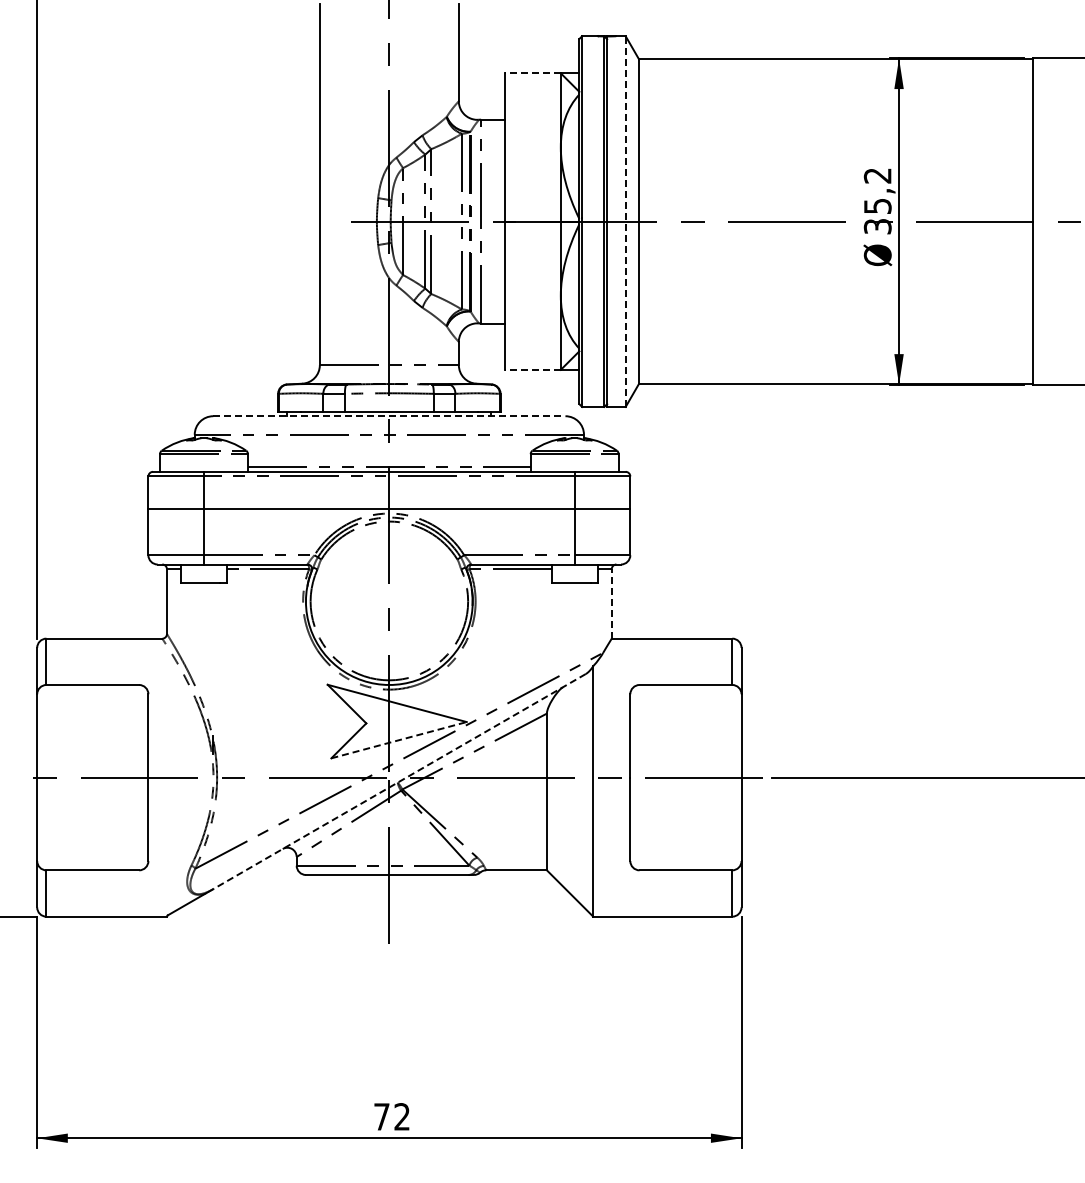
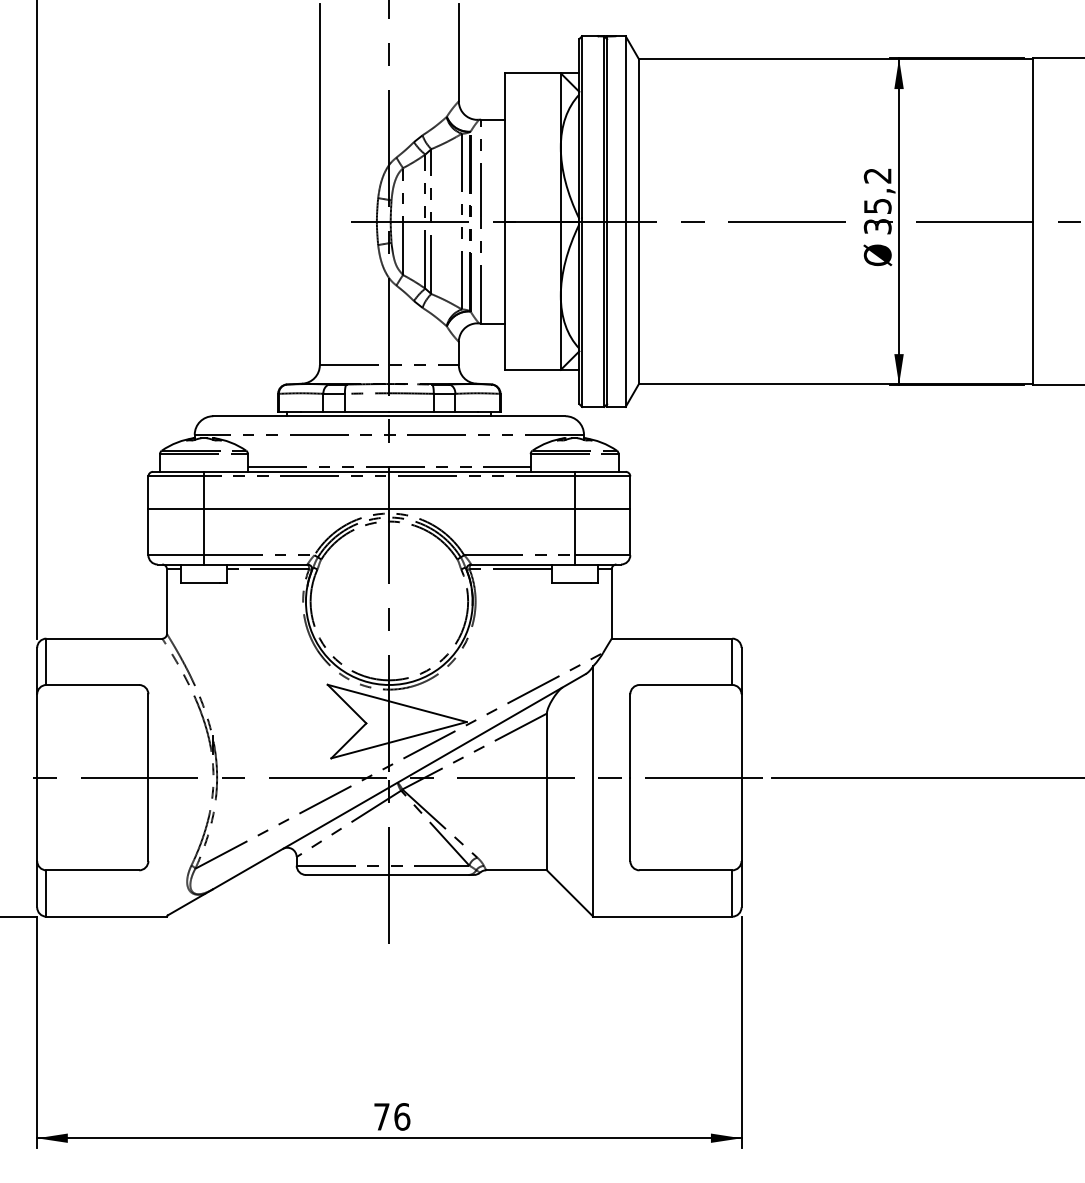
line at (533, 73): dashed -> solid
line at (625, 221): dashed -> solid
line at (533, 369): dashed -> solid
line at (389, 416): dashed -> solid
line at (611, 604): dashed -> solid
line at (399, 740): dashed -> solid
line at (399, 781): dashed -> solid
text at (402, 1116): 72 -> 76
